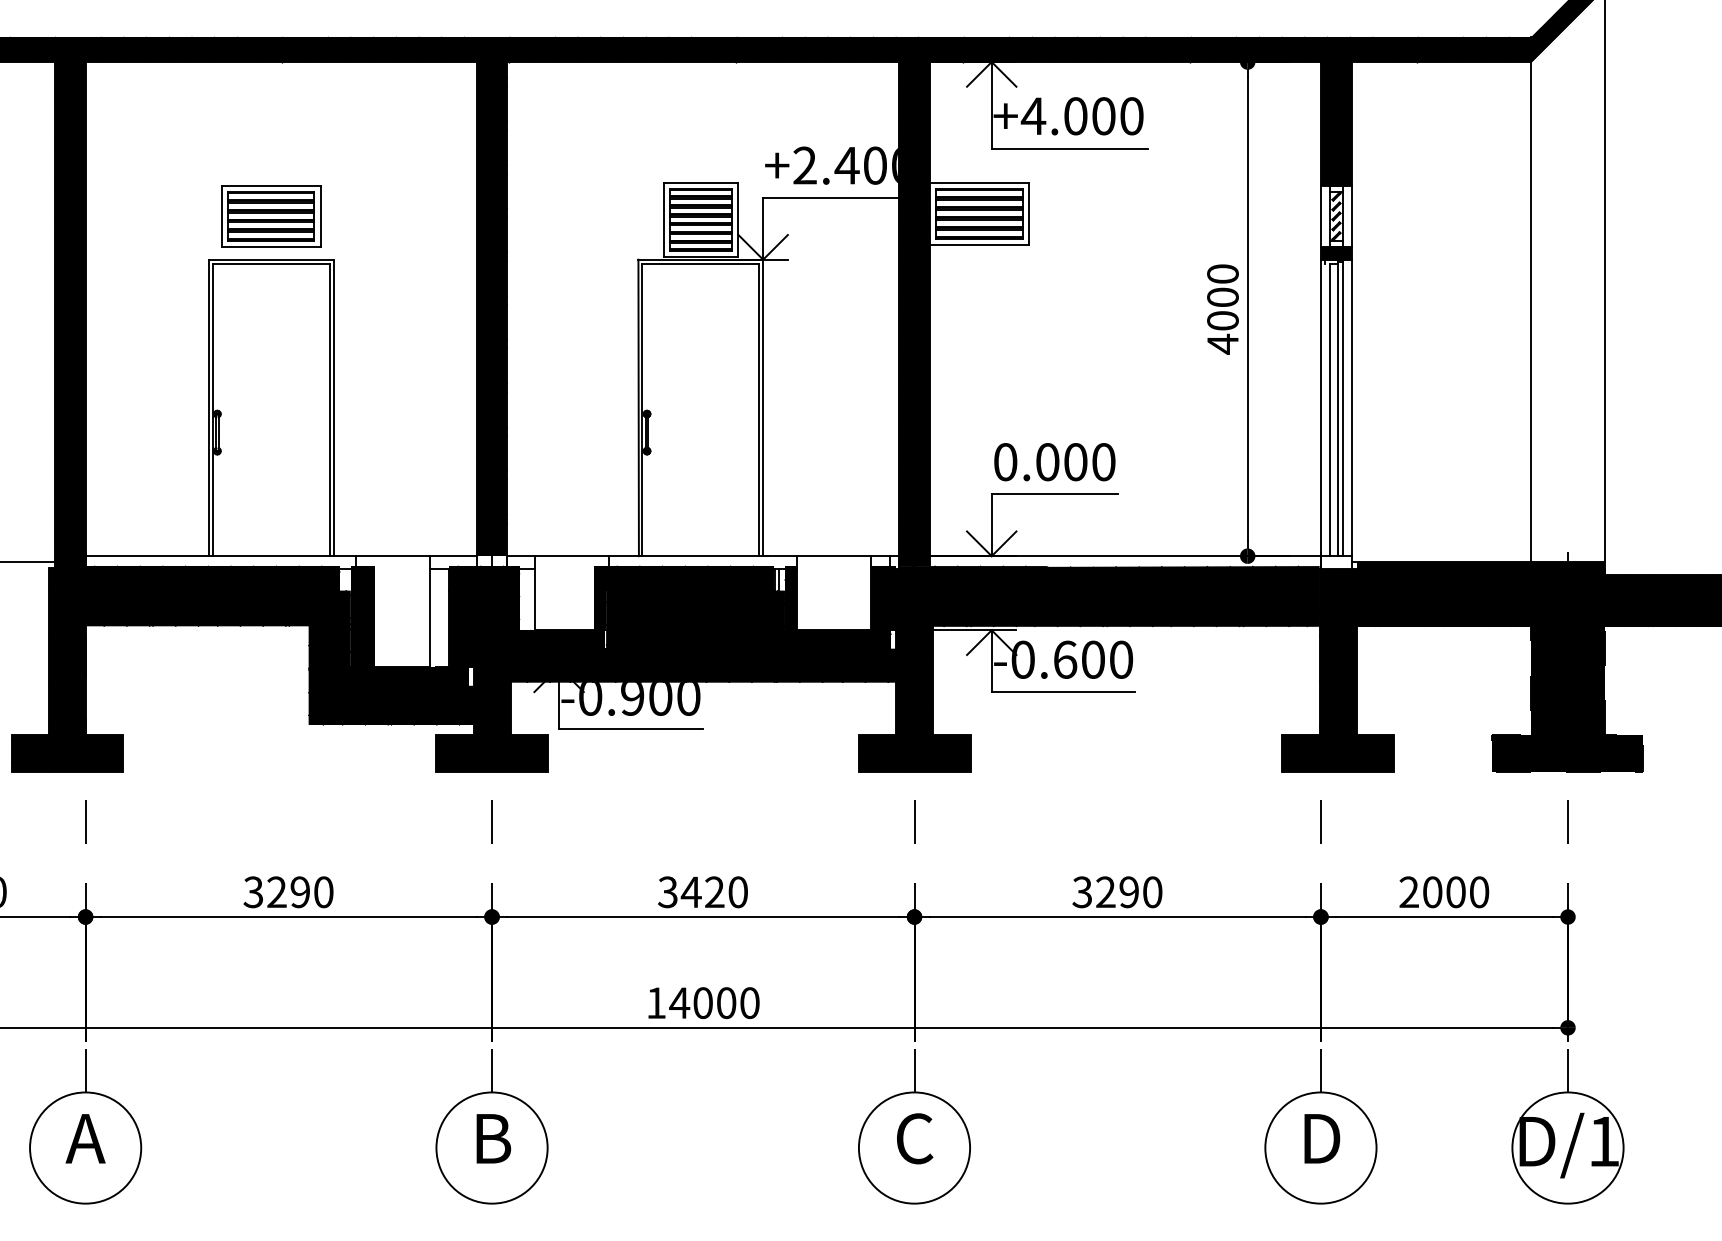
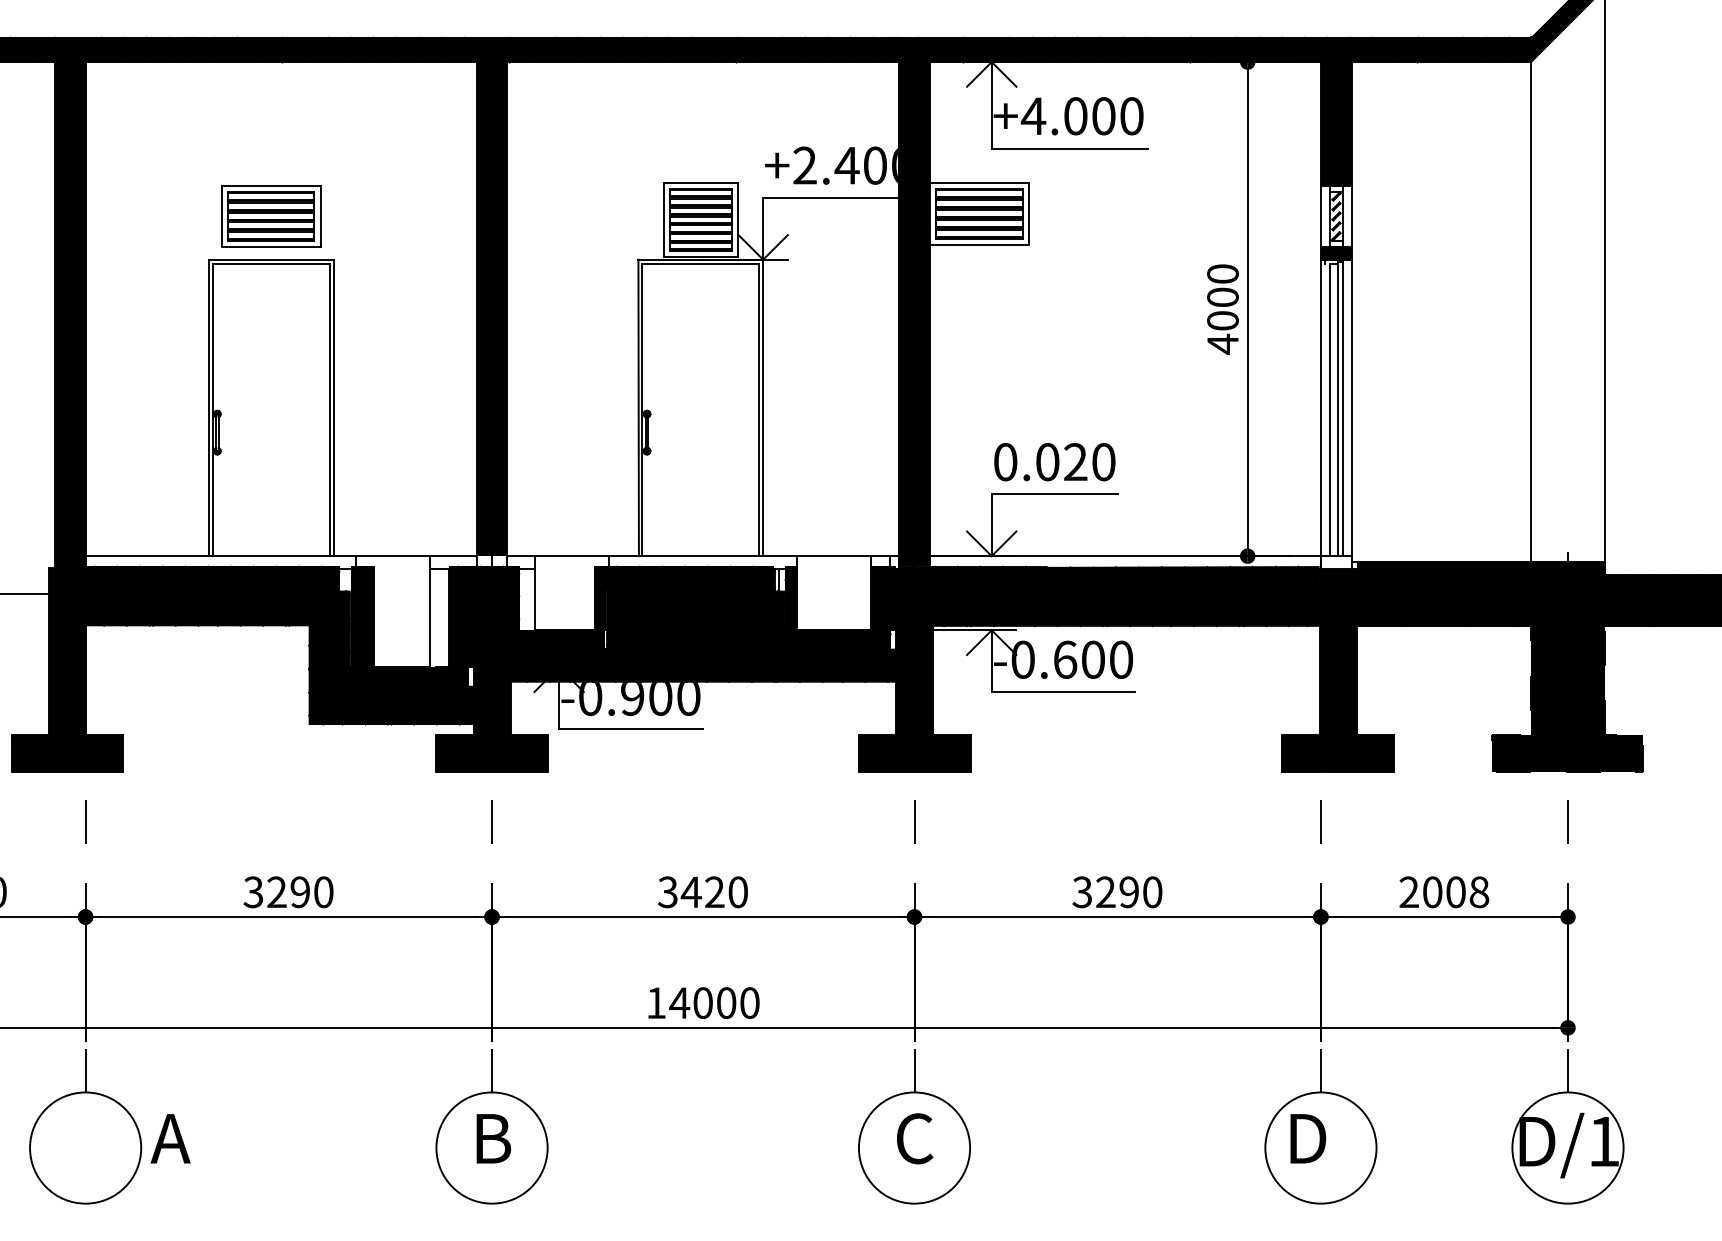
text at (1075, 462): 0.000 -> 0.020
line at (28, 562) position: (28, 562) -> (28, 594)
text at (1479, 892): 2000 -> 2008
text at (85, 1138) position: (85, 1138) -> (170, 1138)
text at (1322, 1138) position: (1322, 1138) -> (1308, 1138)
